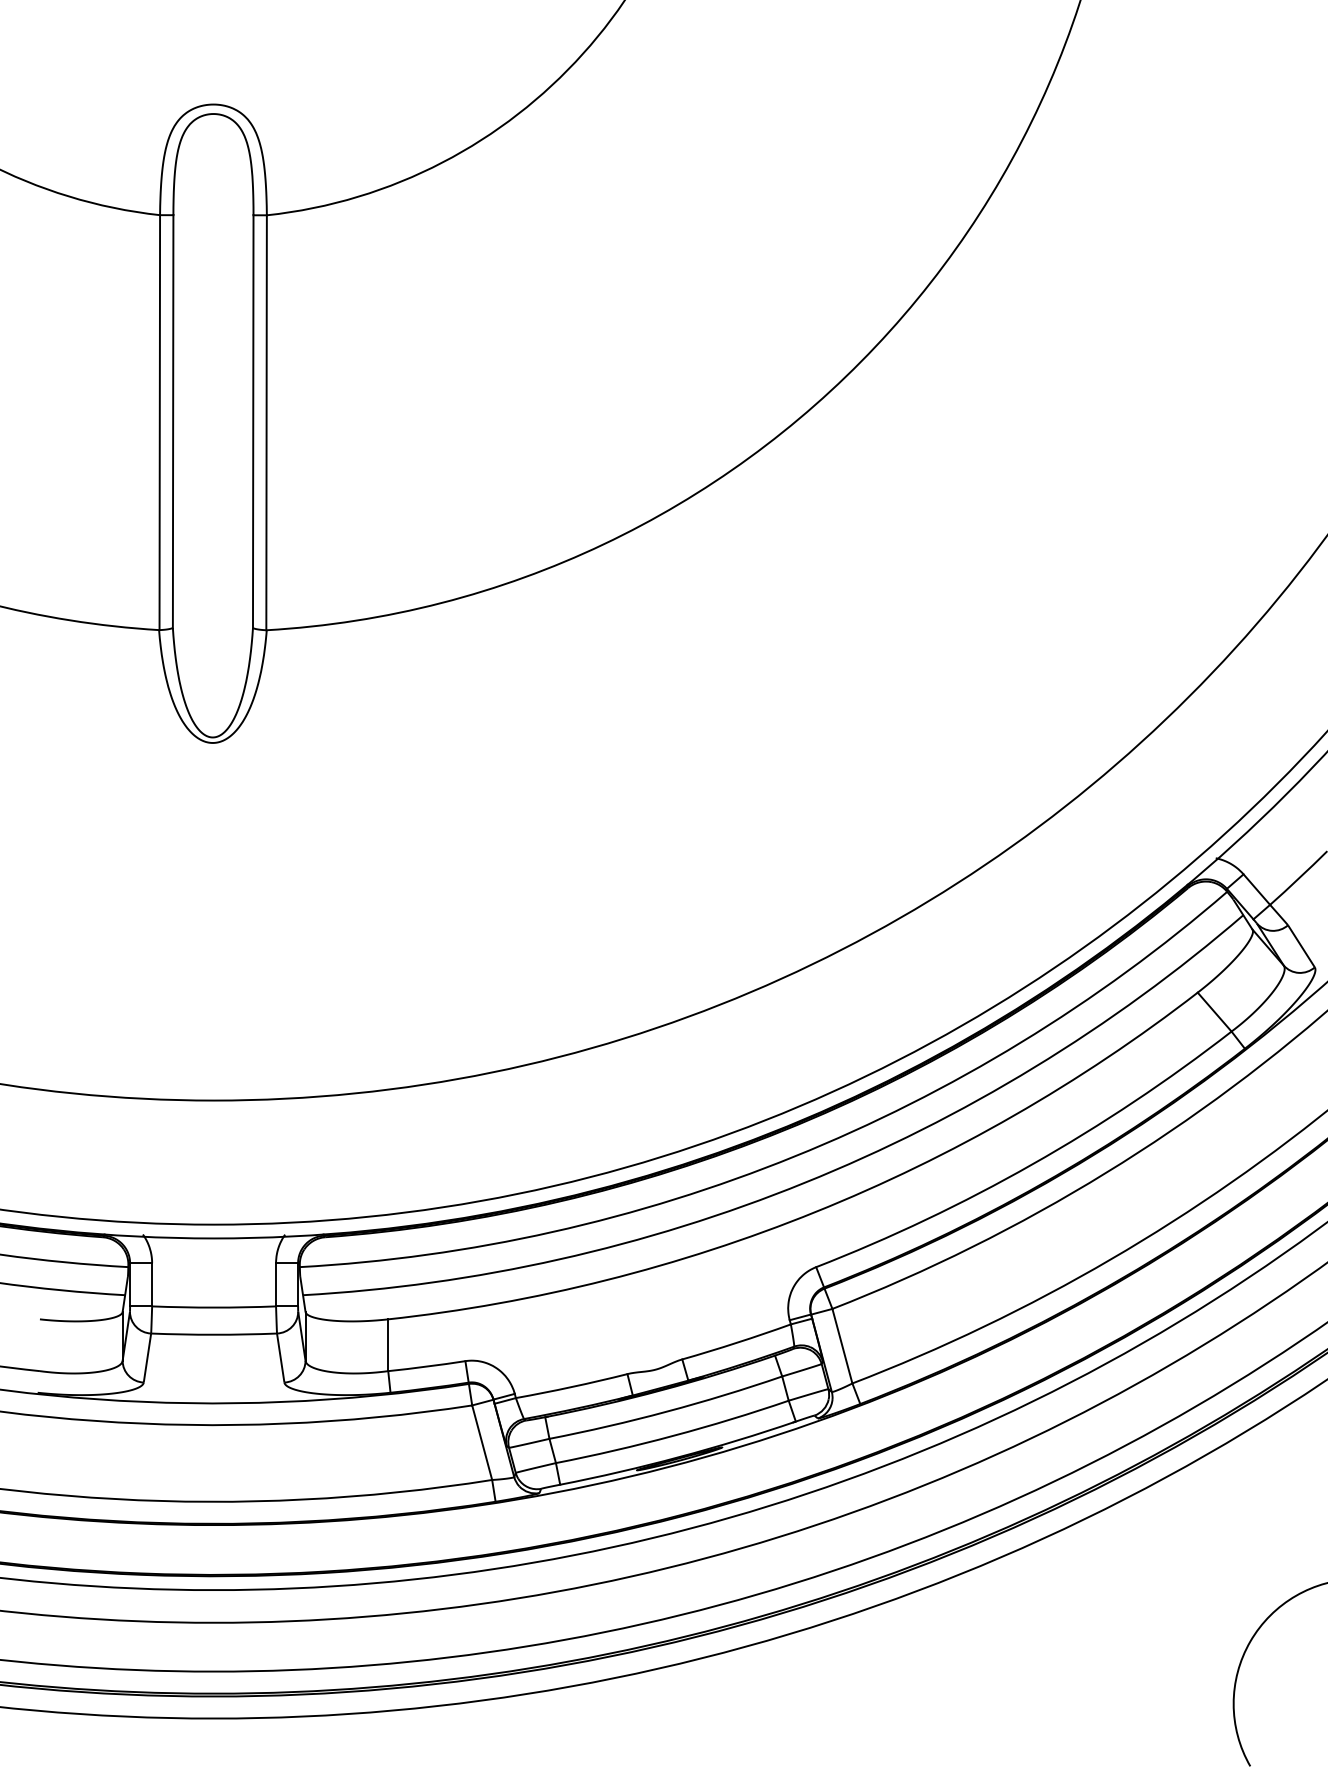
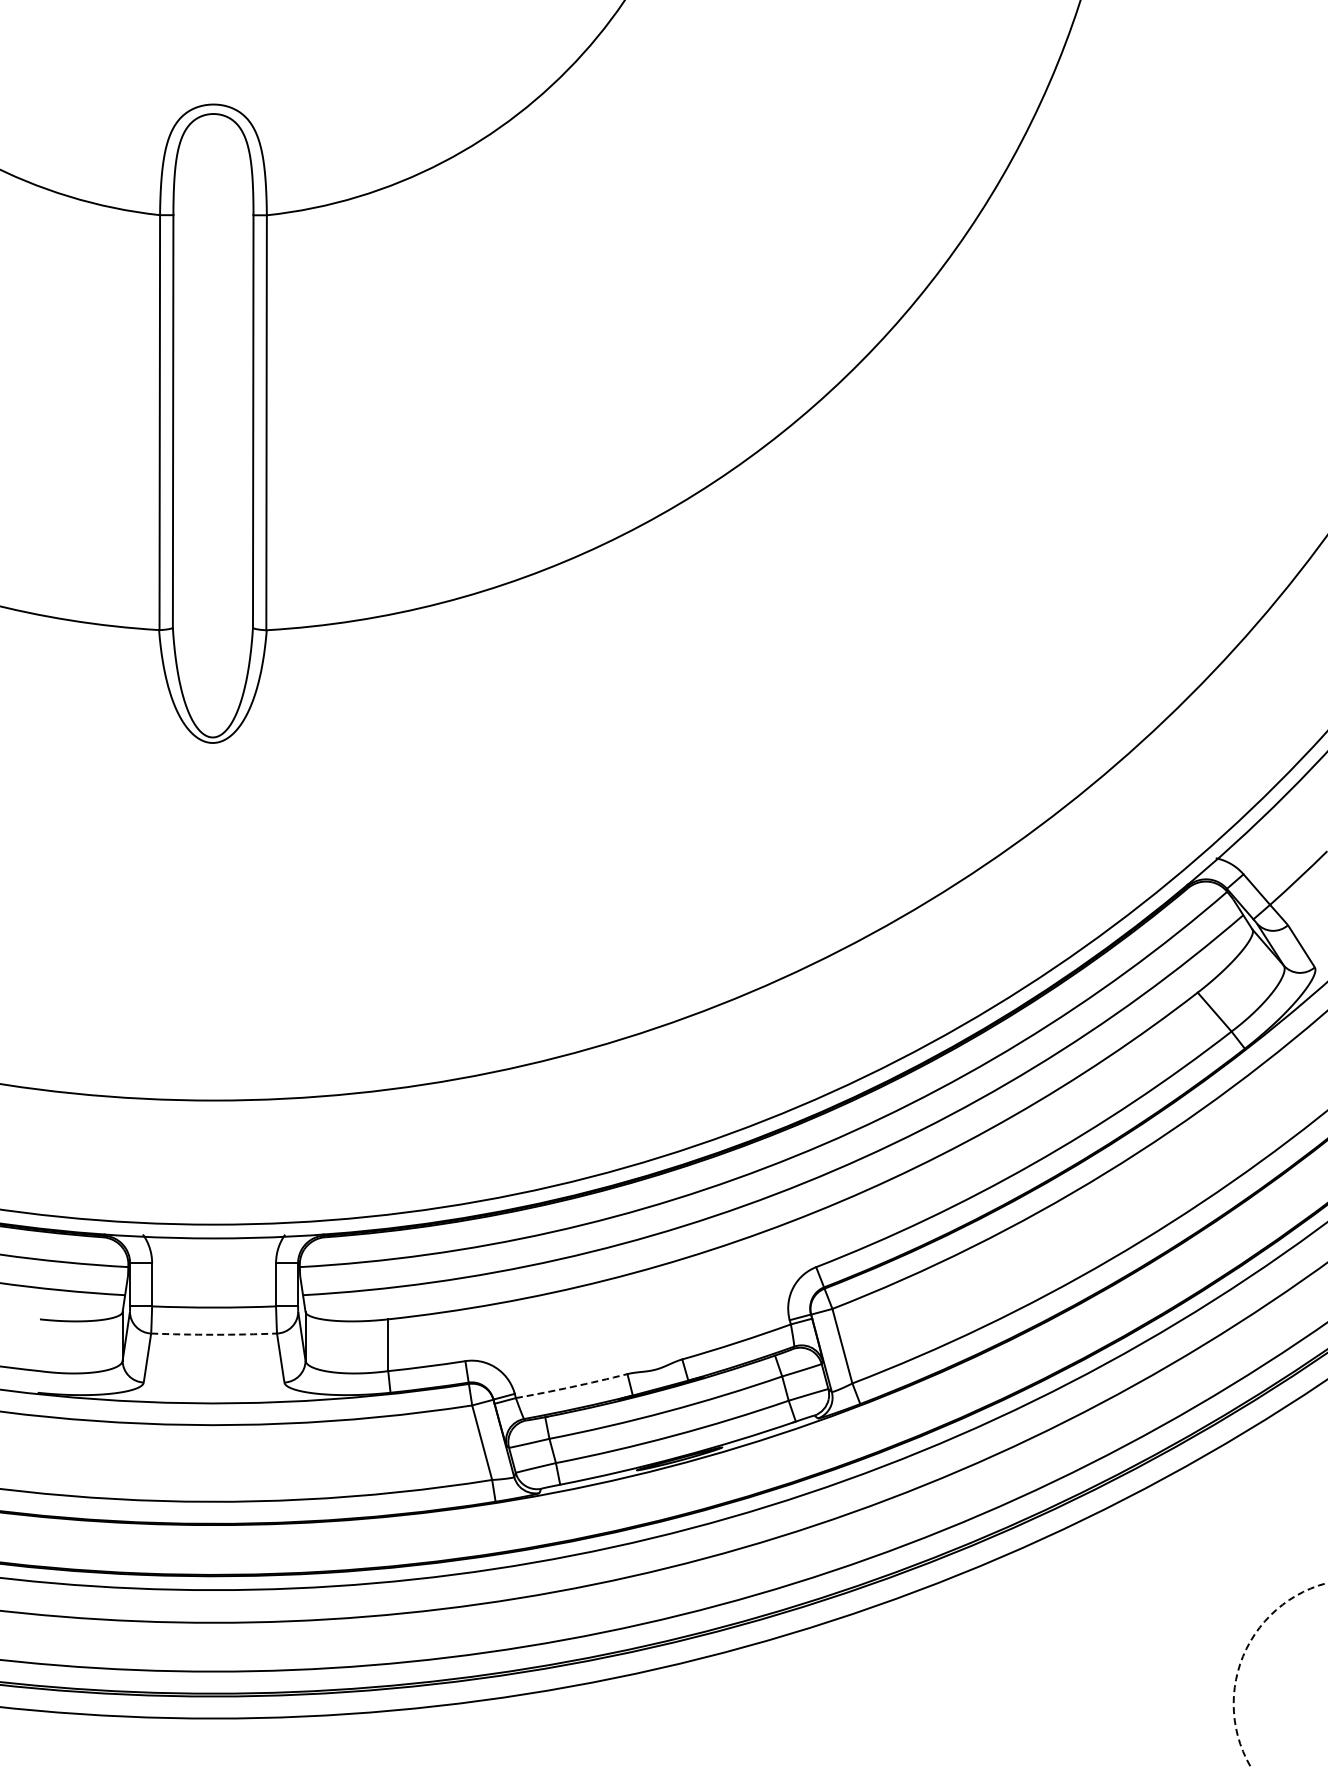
arc at (214, 1334): solid -> dashed
arc at (571, 1387): solid -> dashed
arc at (1243, 1655): solid -> dashed
